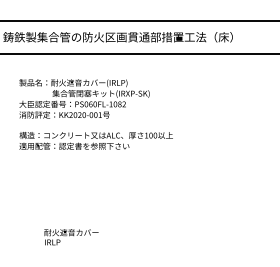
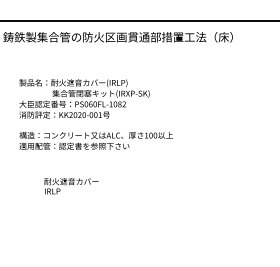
line at (139, 54): present -> none
text at (71, 237) position: (71, 237) -> (71, 186)
